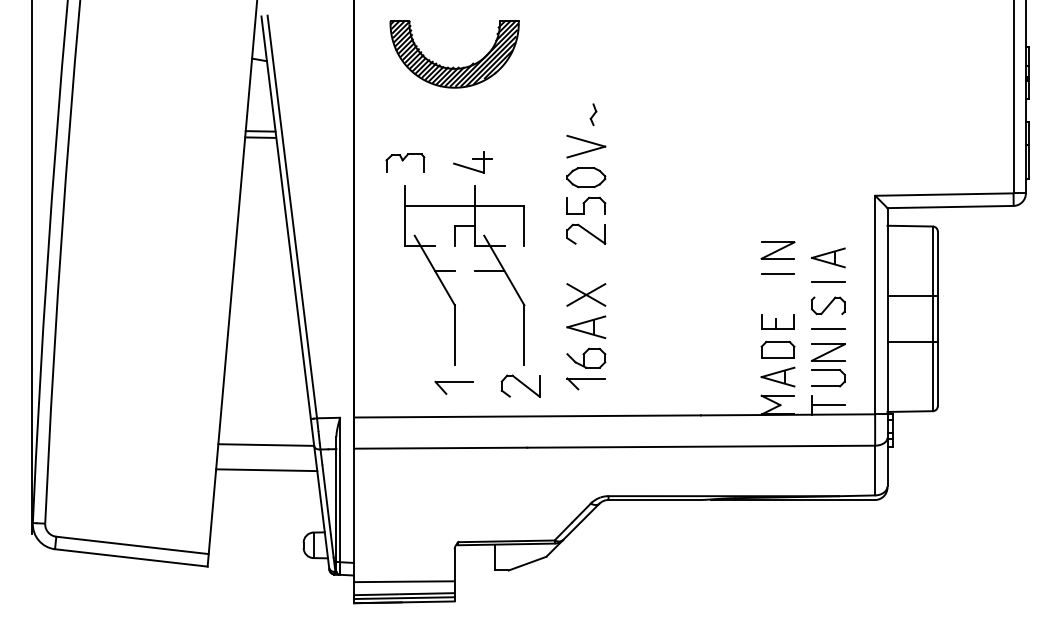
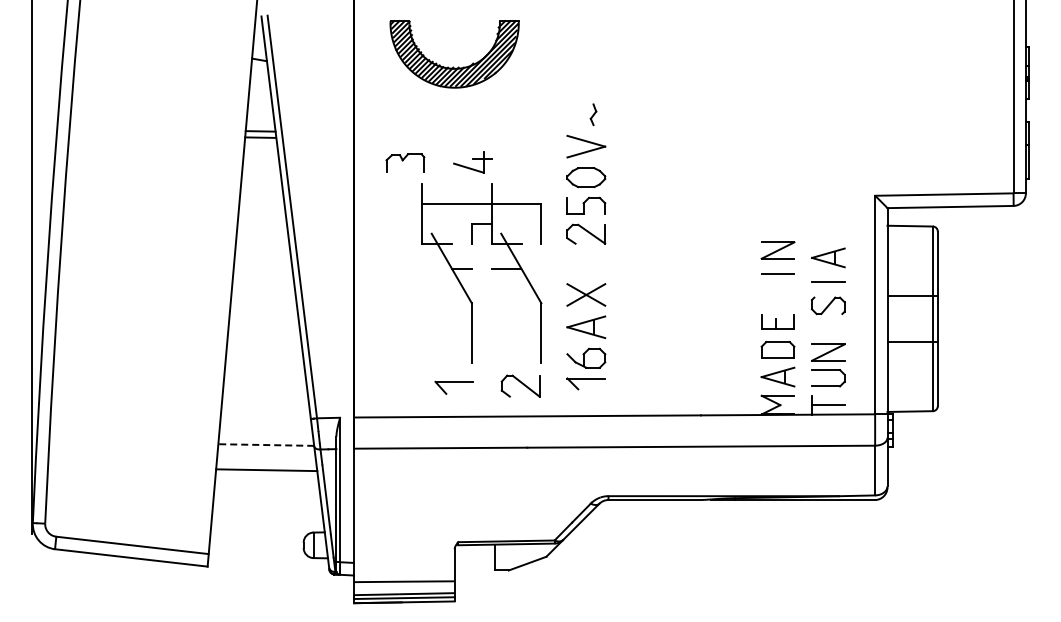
part at (455, 271) position: (455, 271) -> (472, 269)
line at (828, 328): present -> none
line at (266, 445): solid -> dashed
